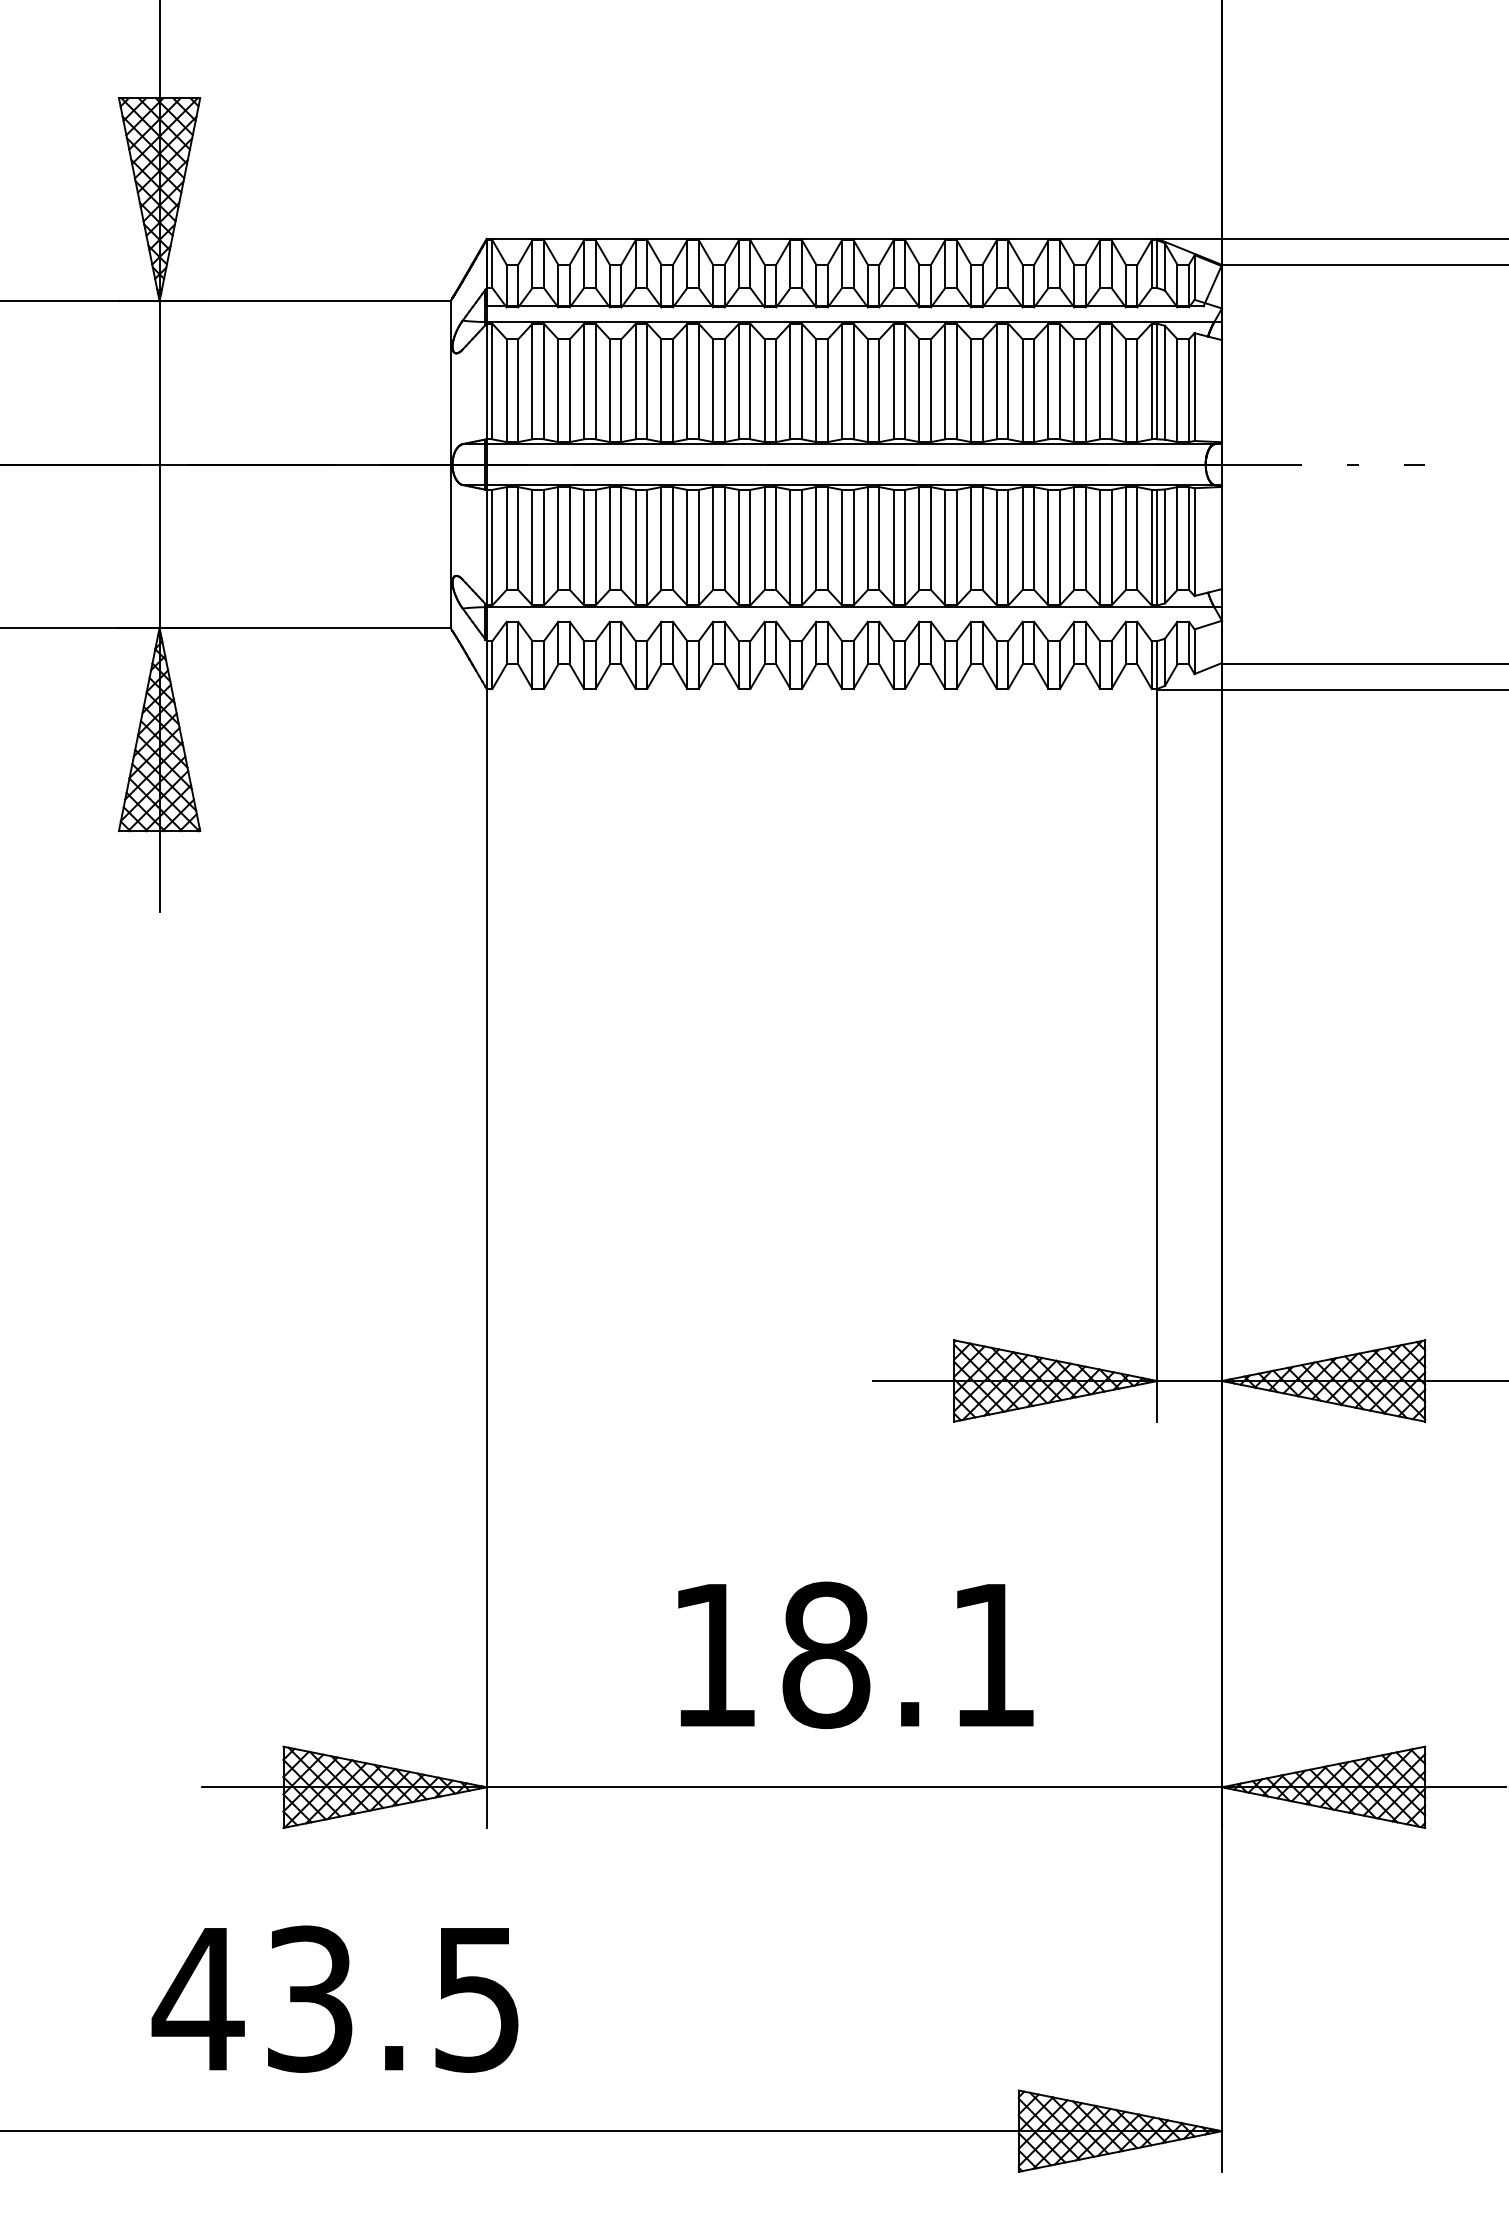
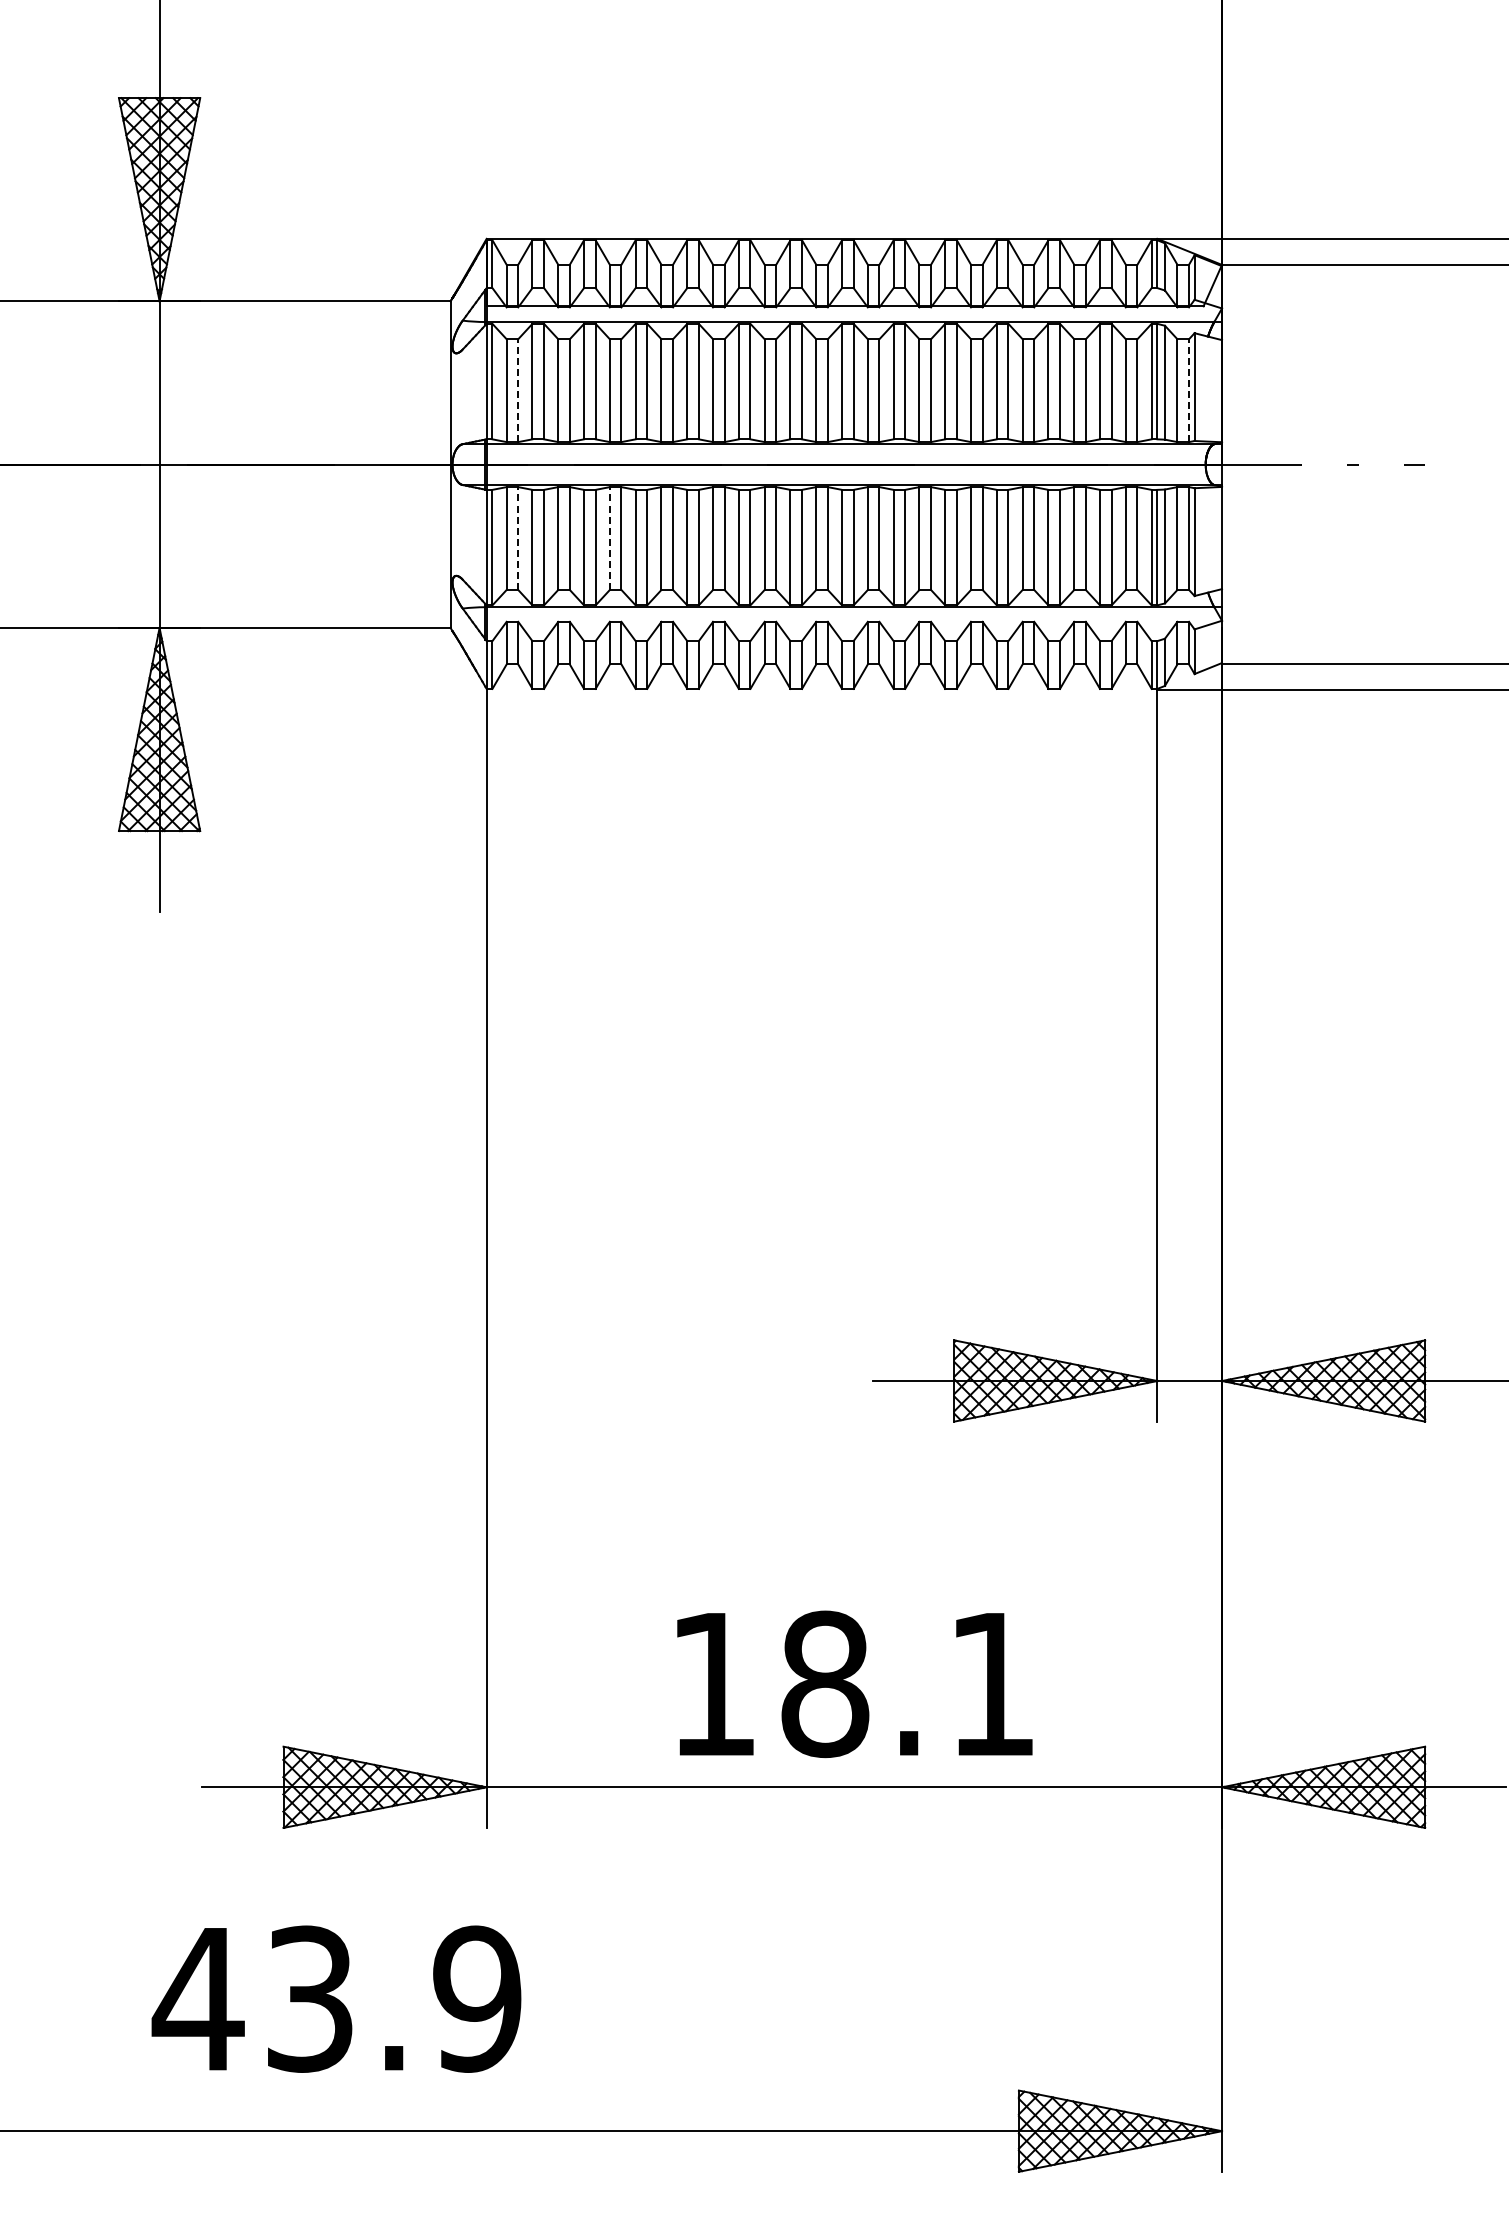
line at (518, 390): solid -> dashed
line at (1189, 390): solid -> dashed
line at (518, 538): solid -> dashed
line at (609, 538): solid -> dashed
text at (855, 1655) position: (855, 1655) -> (854, 1684)
text at (477, 1998): 43.5 -> 43.9
